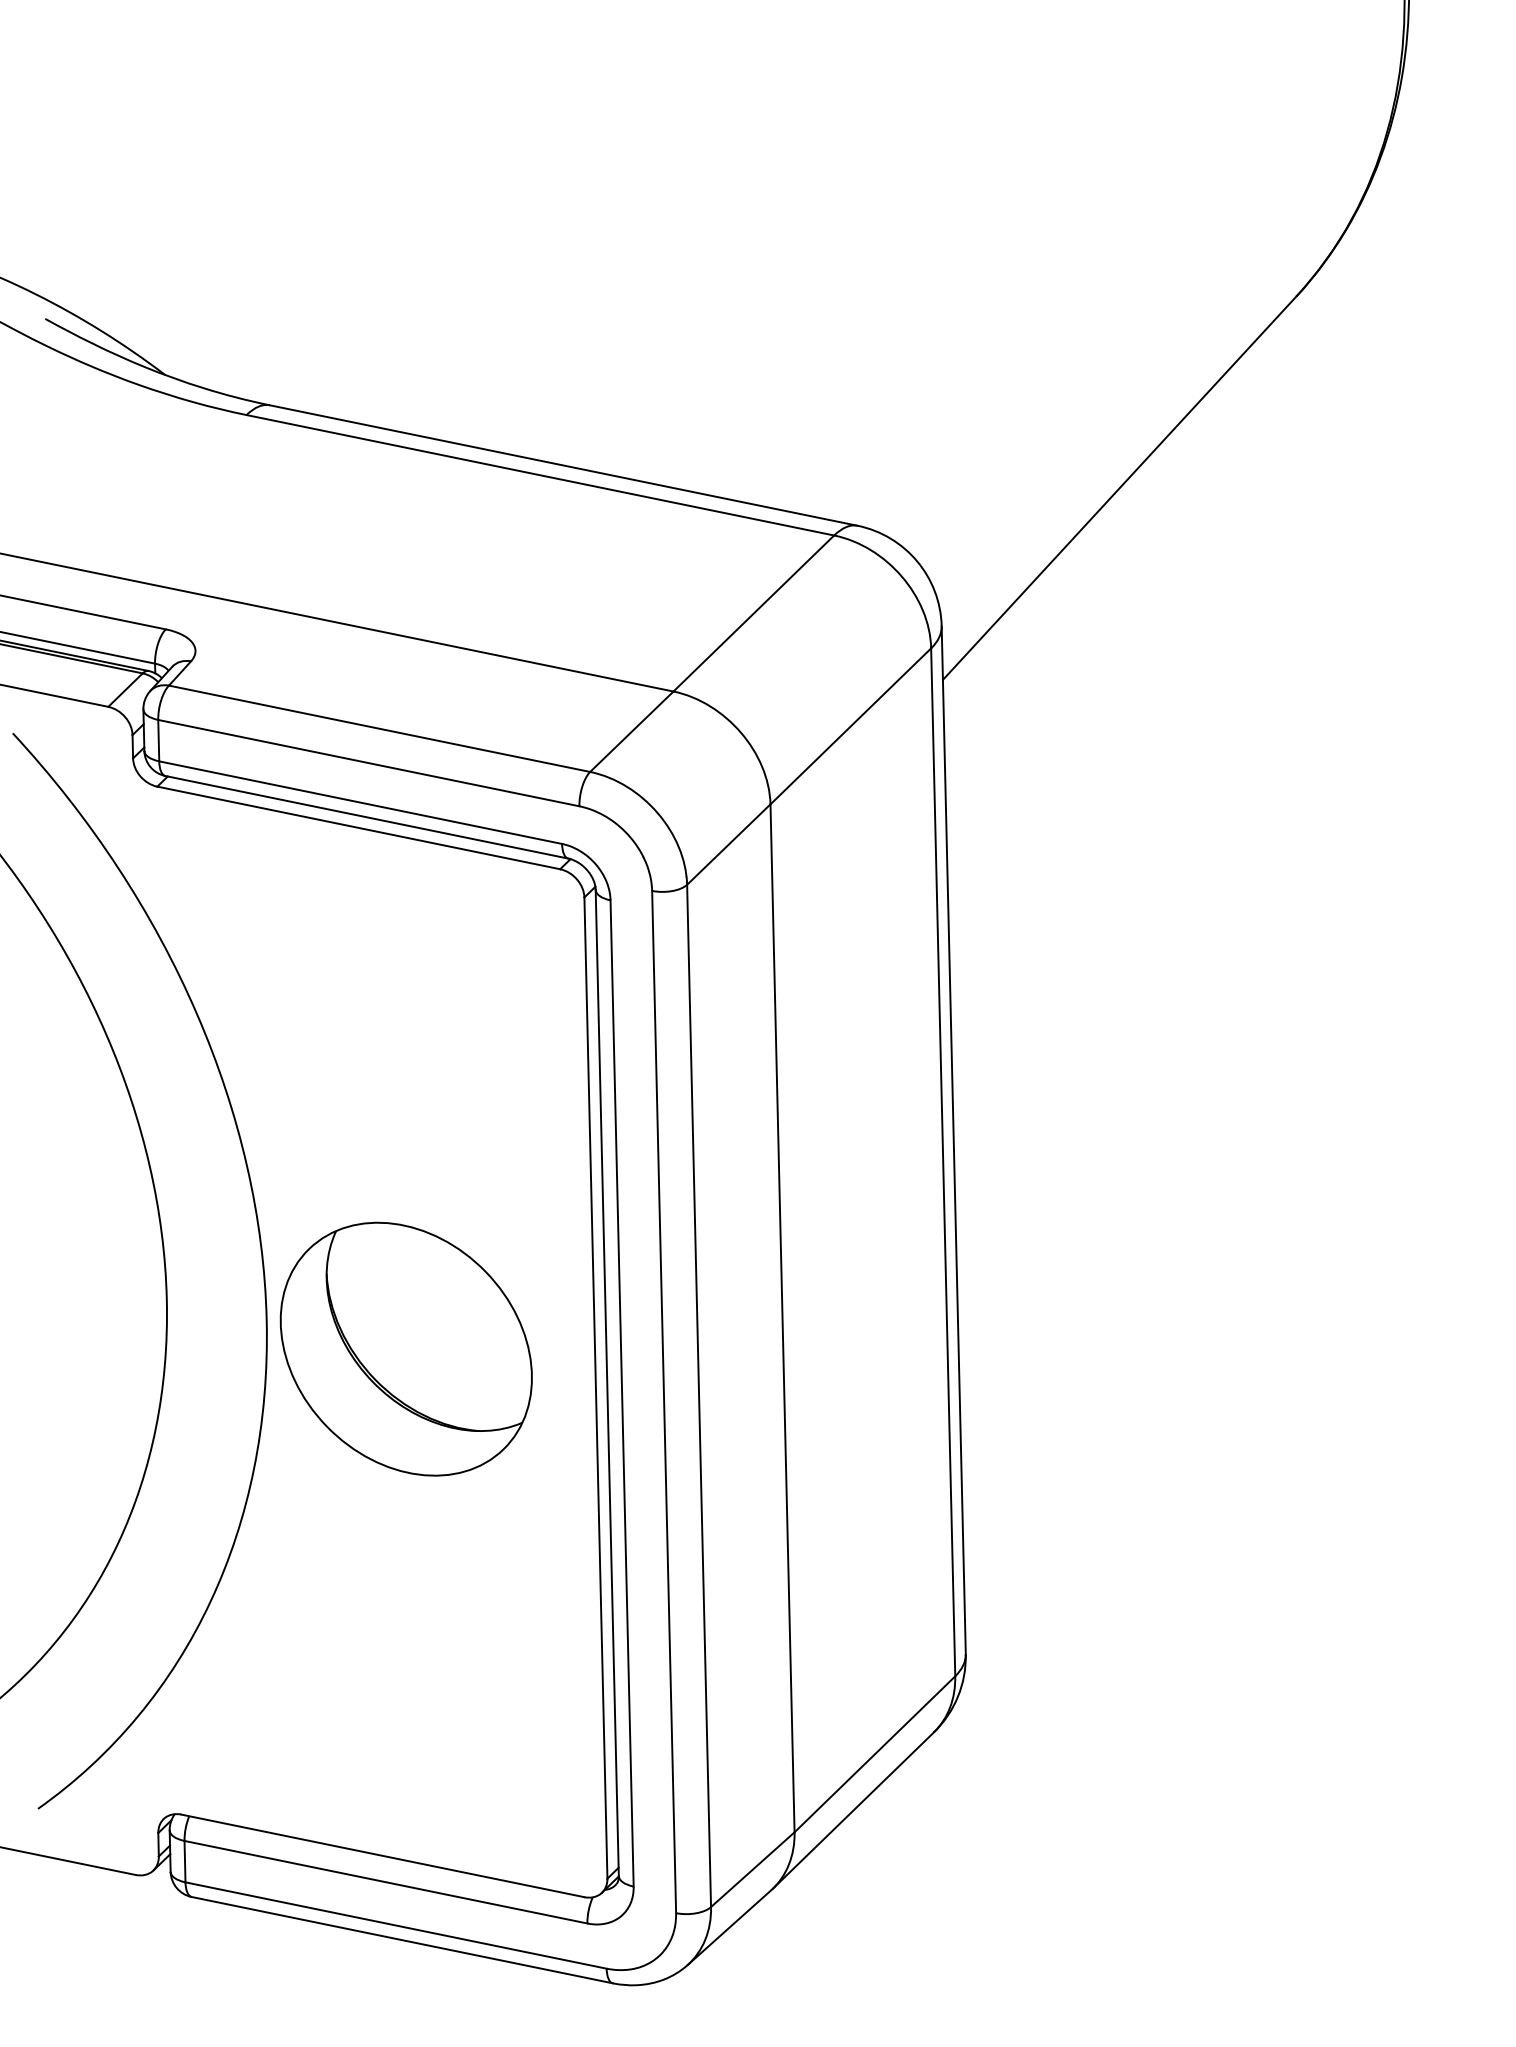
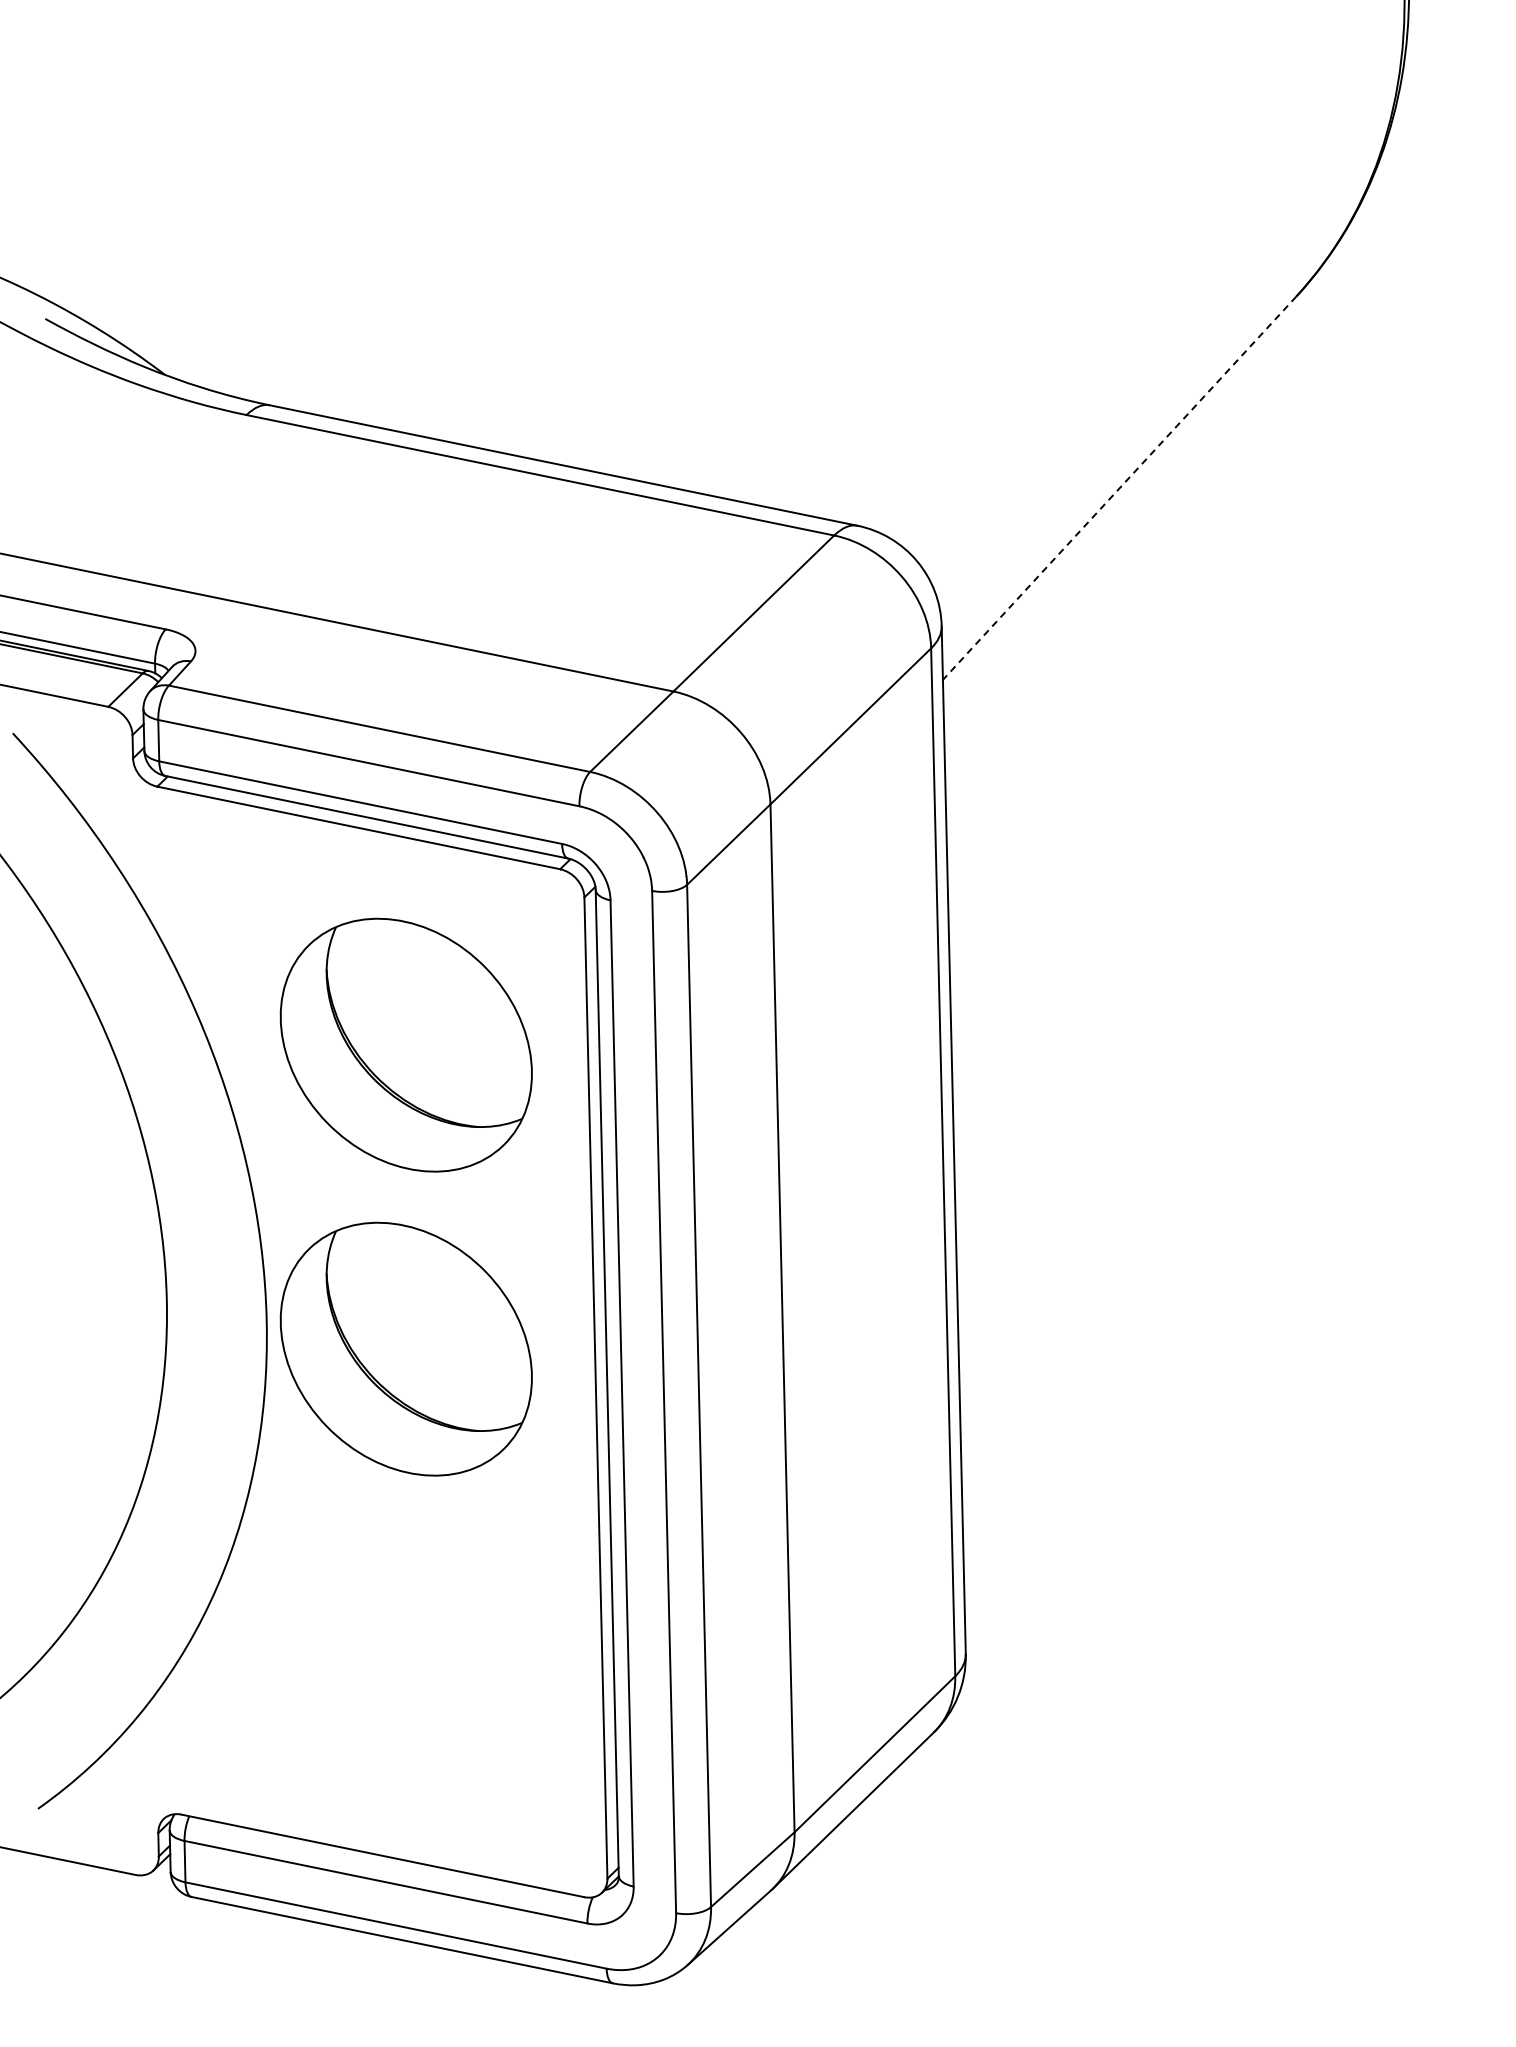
line at (1119, 488): solid -> dashed
part at (405, 1044): none -> present
